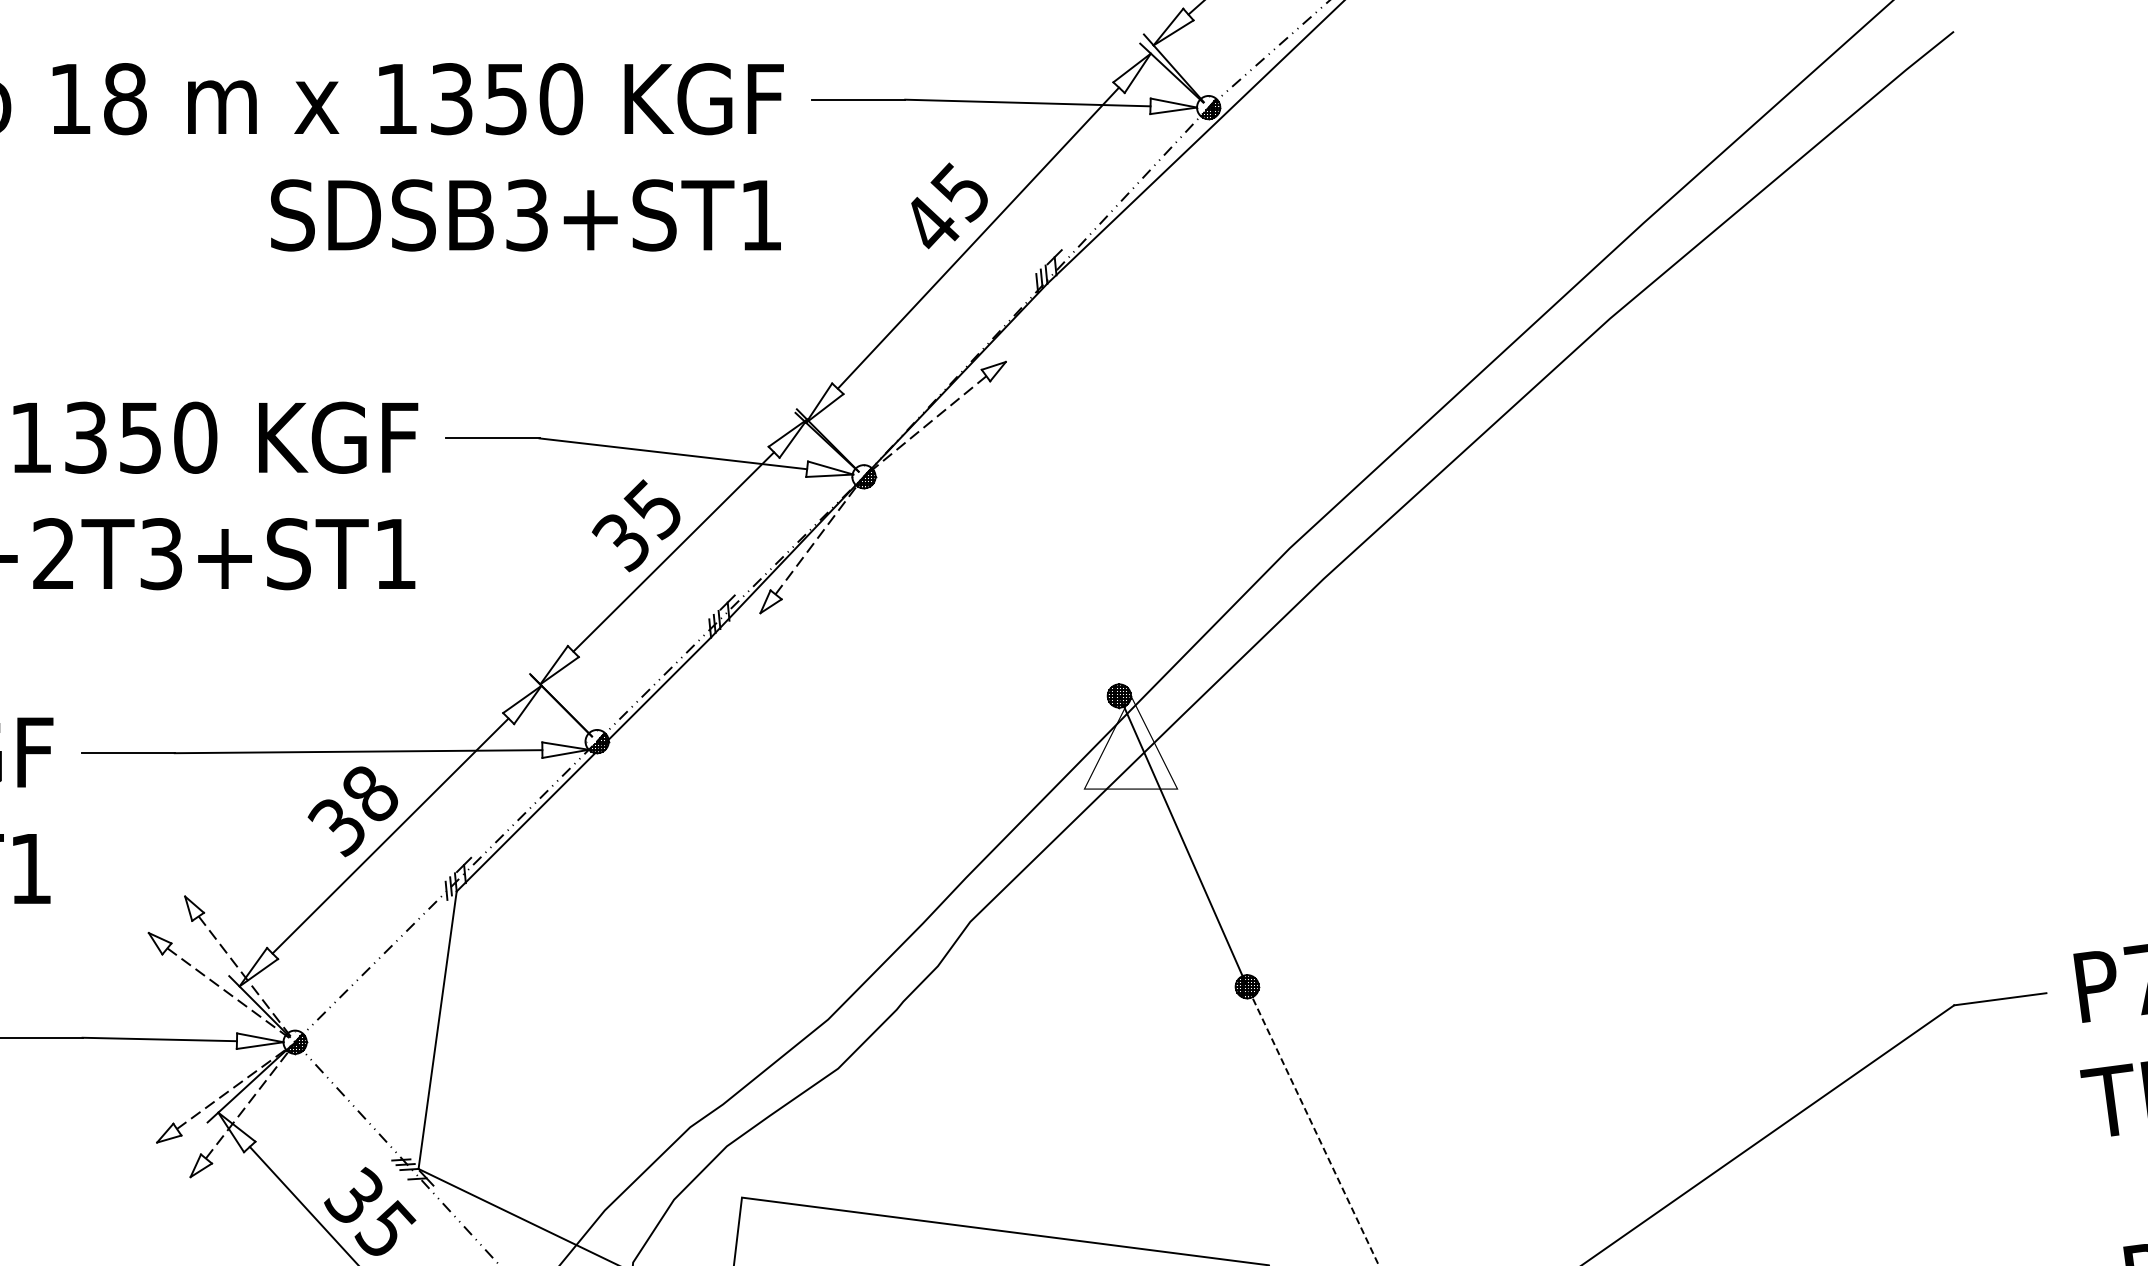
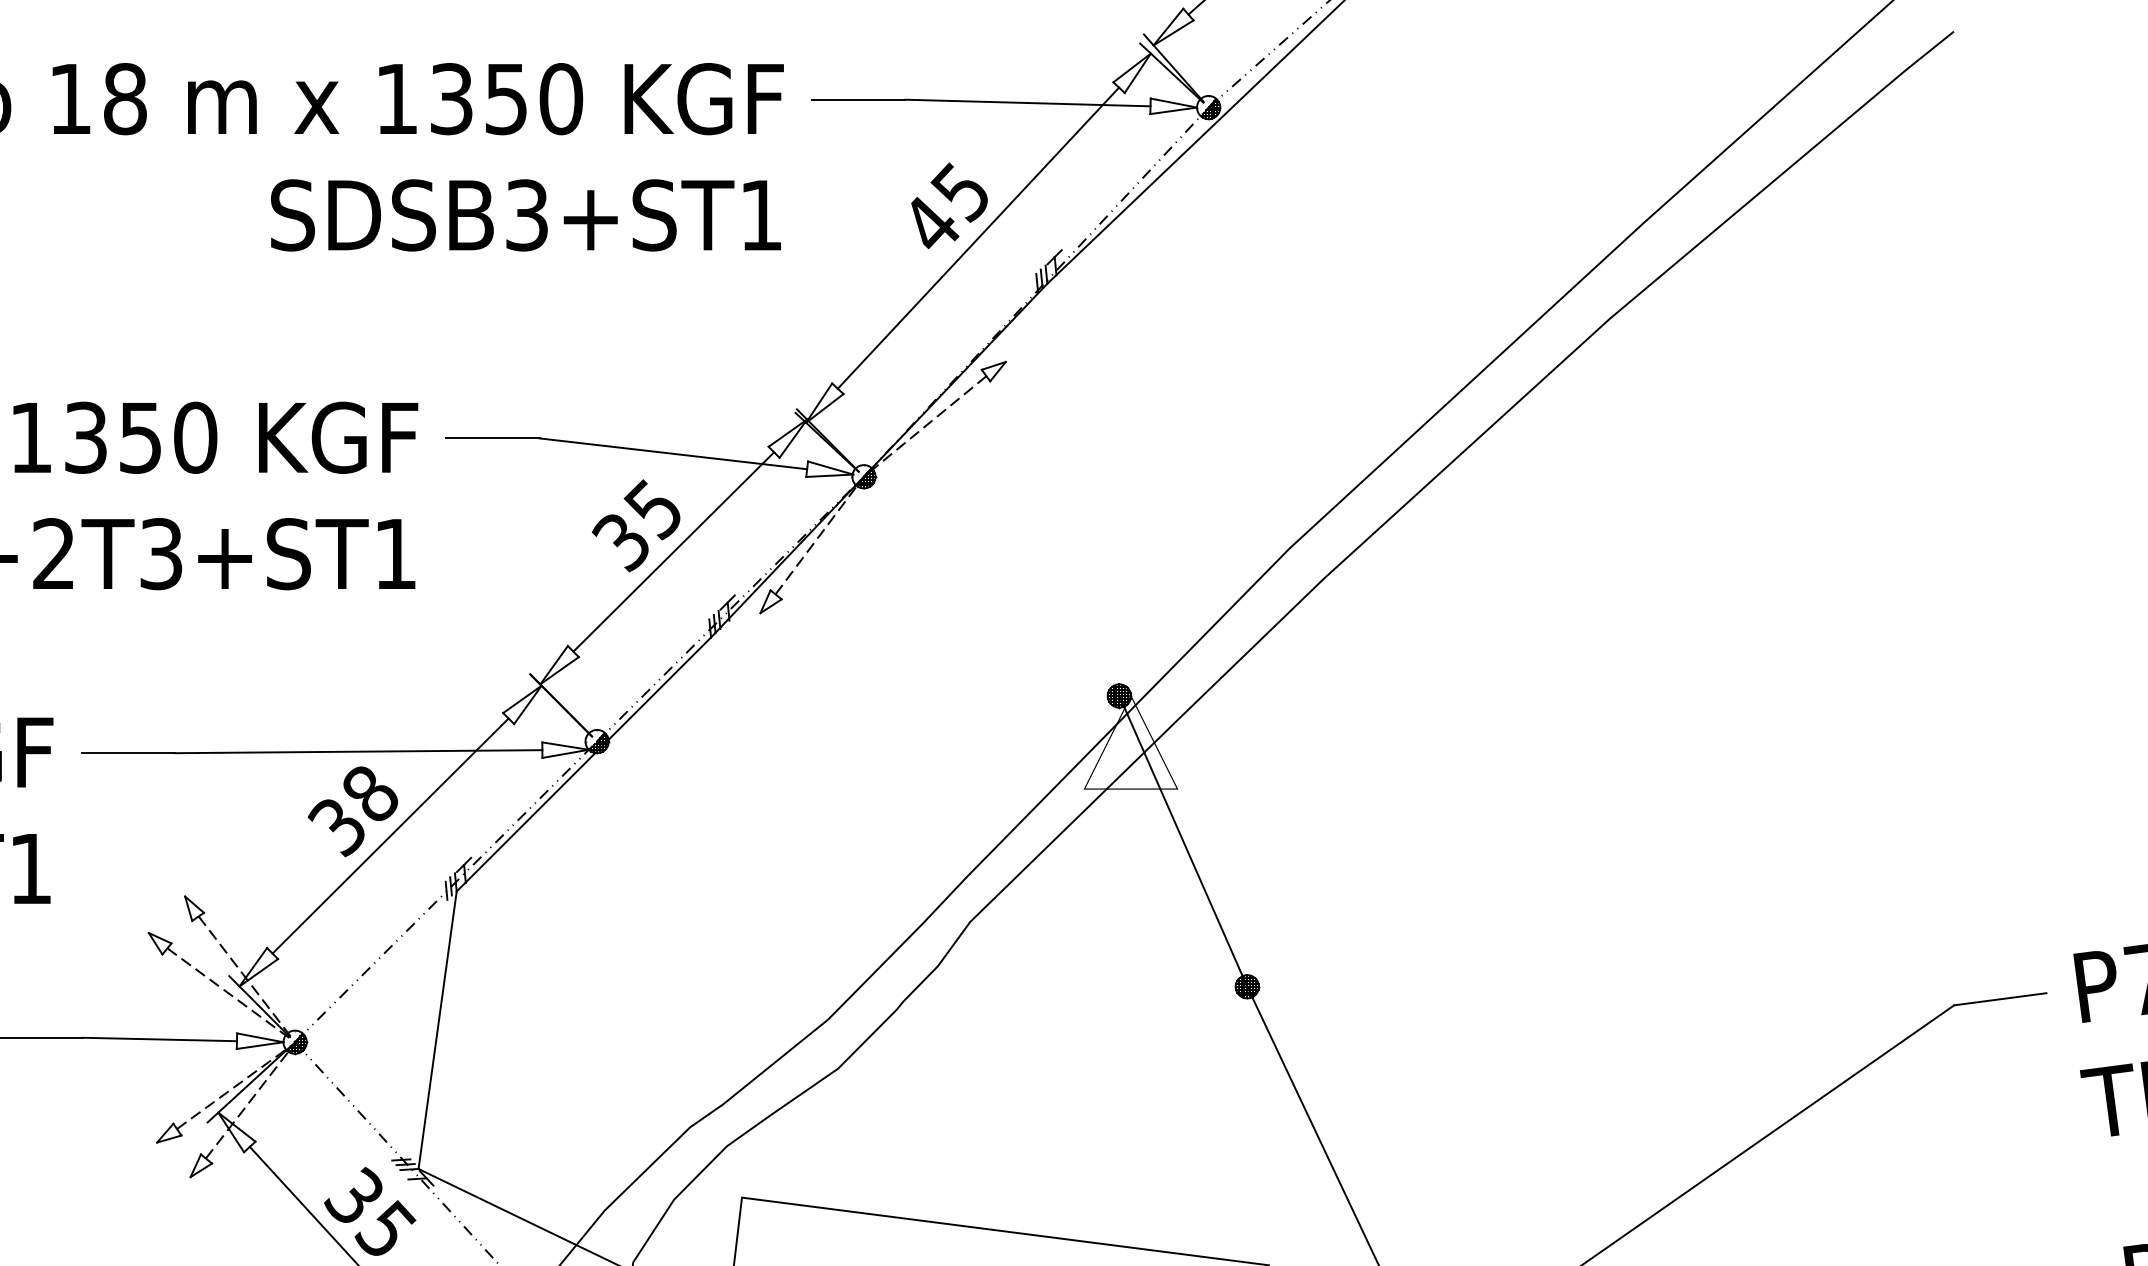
line at (1312, 1125): dashed -> solid
